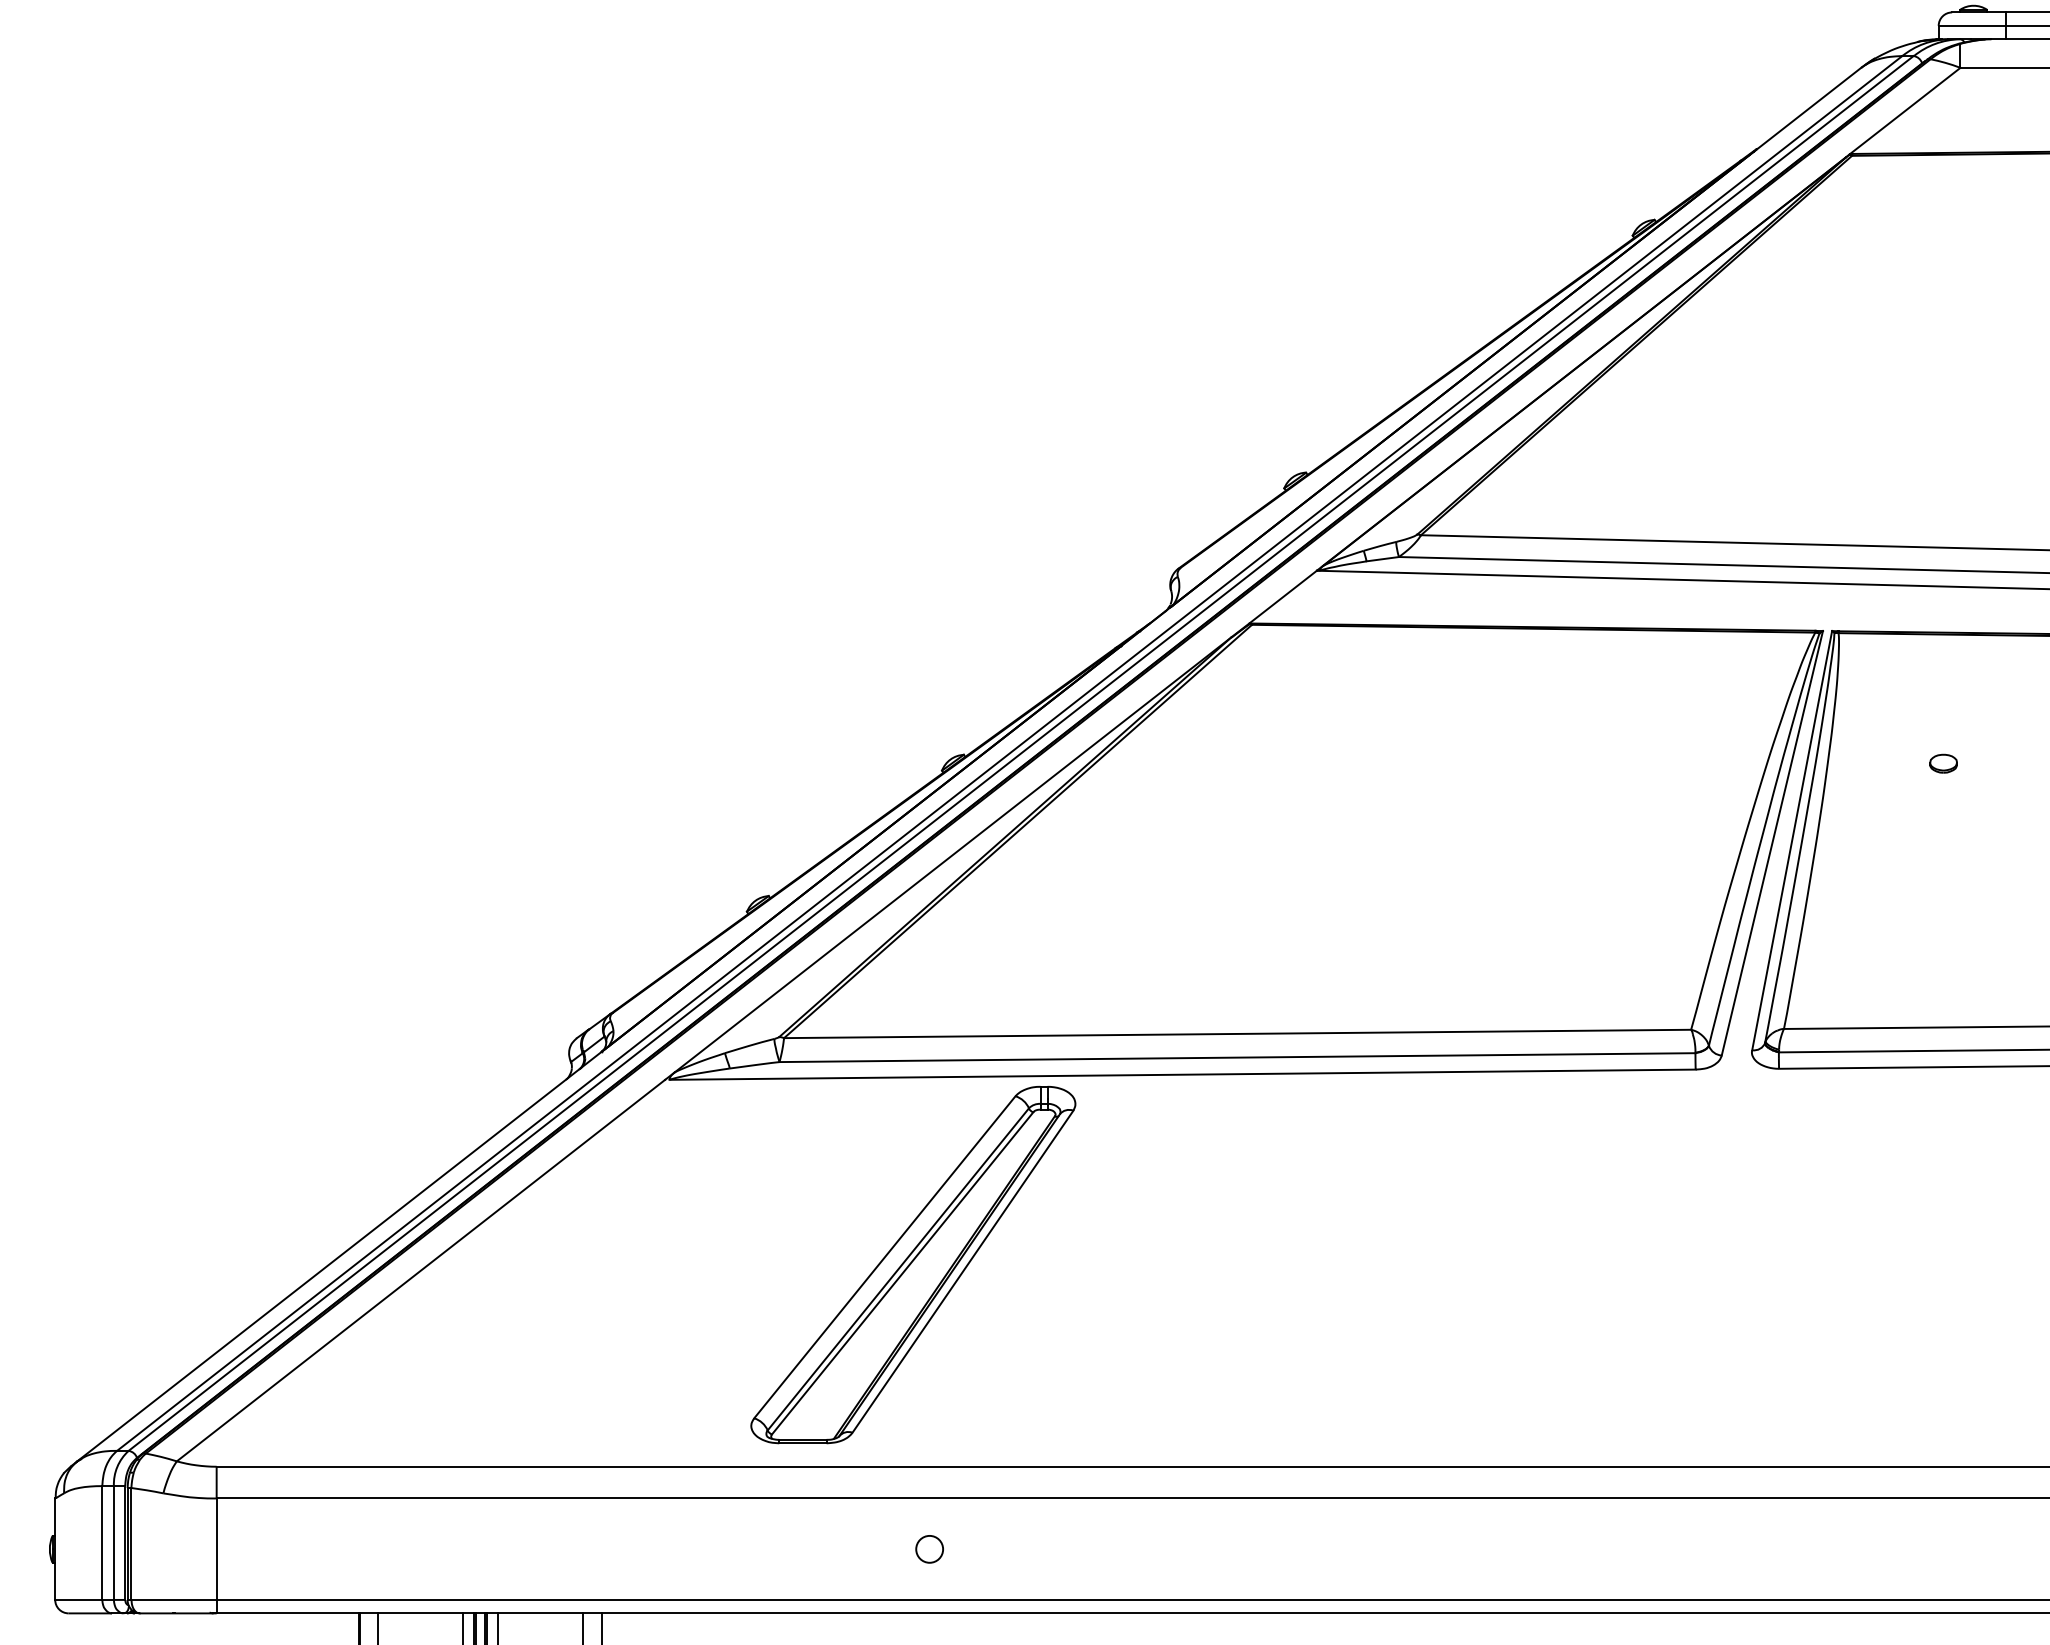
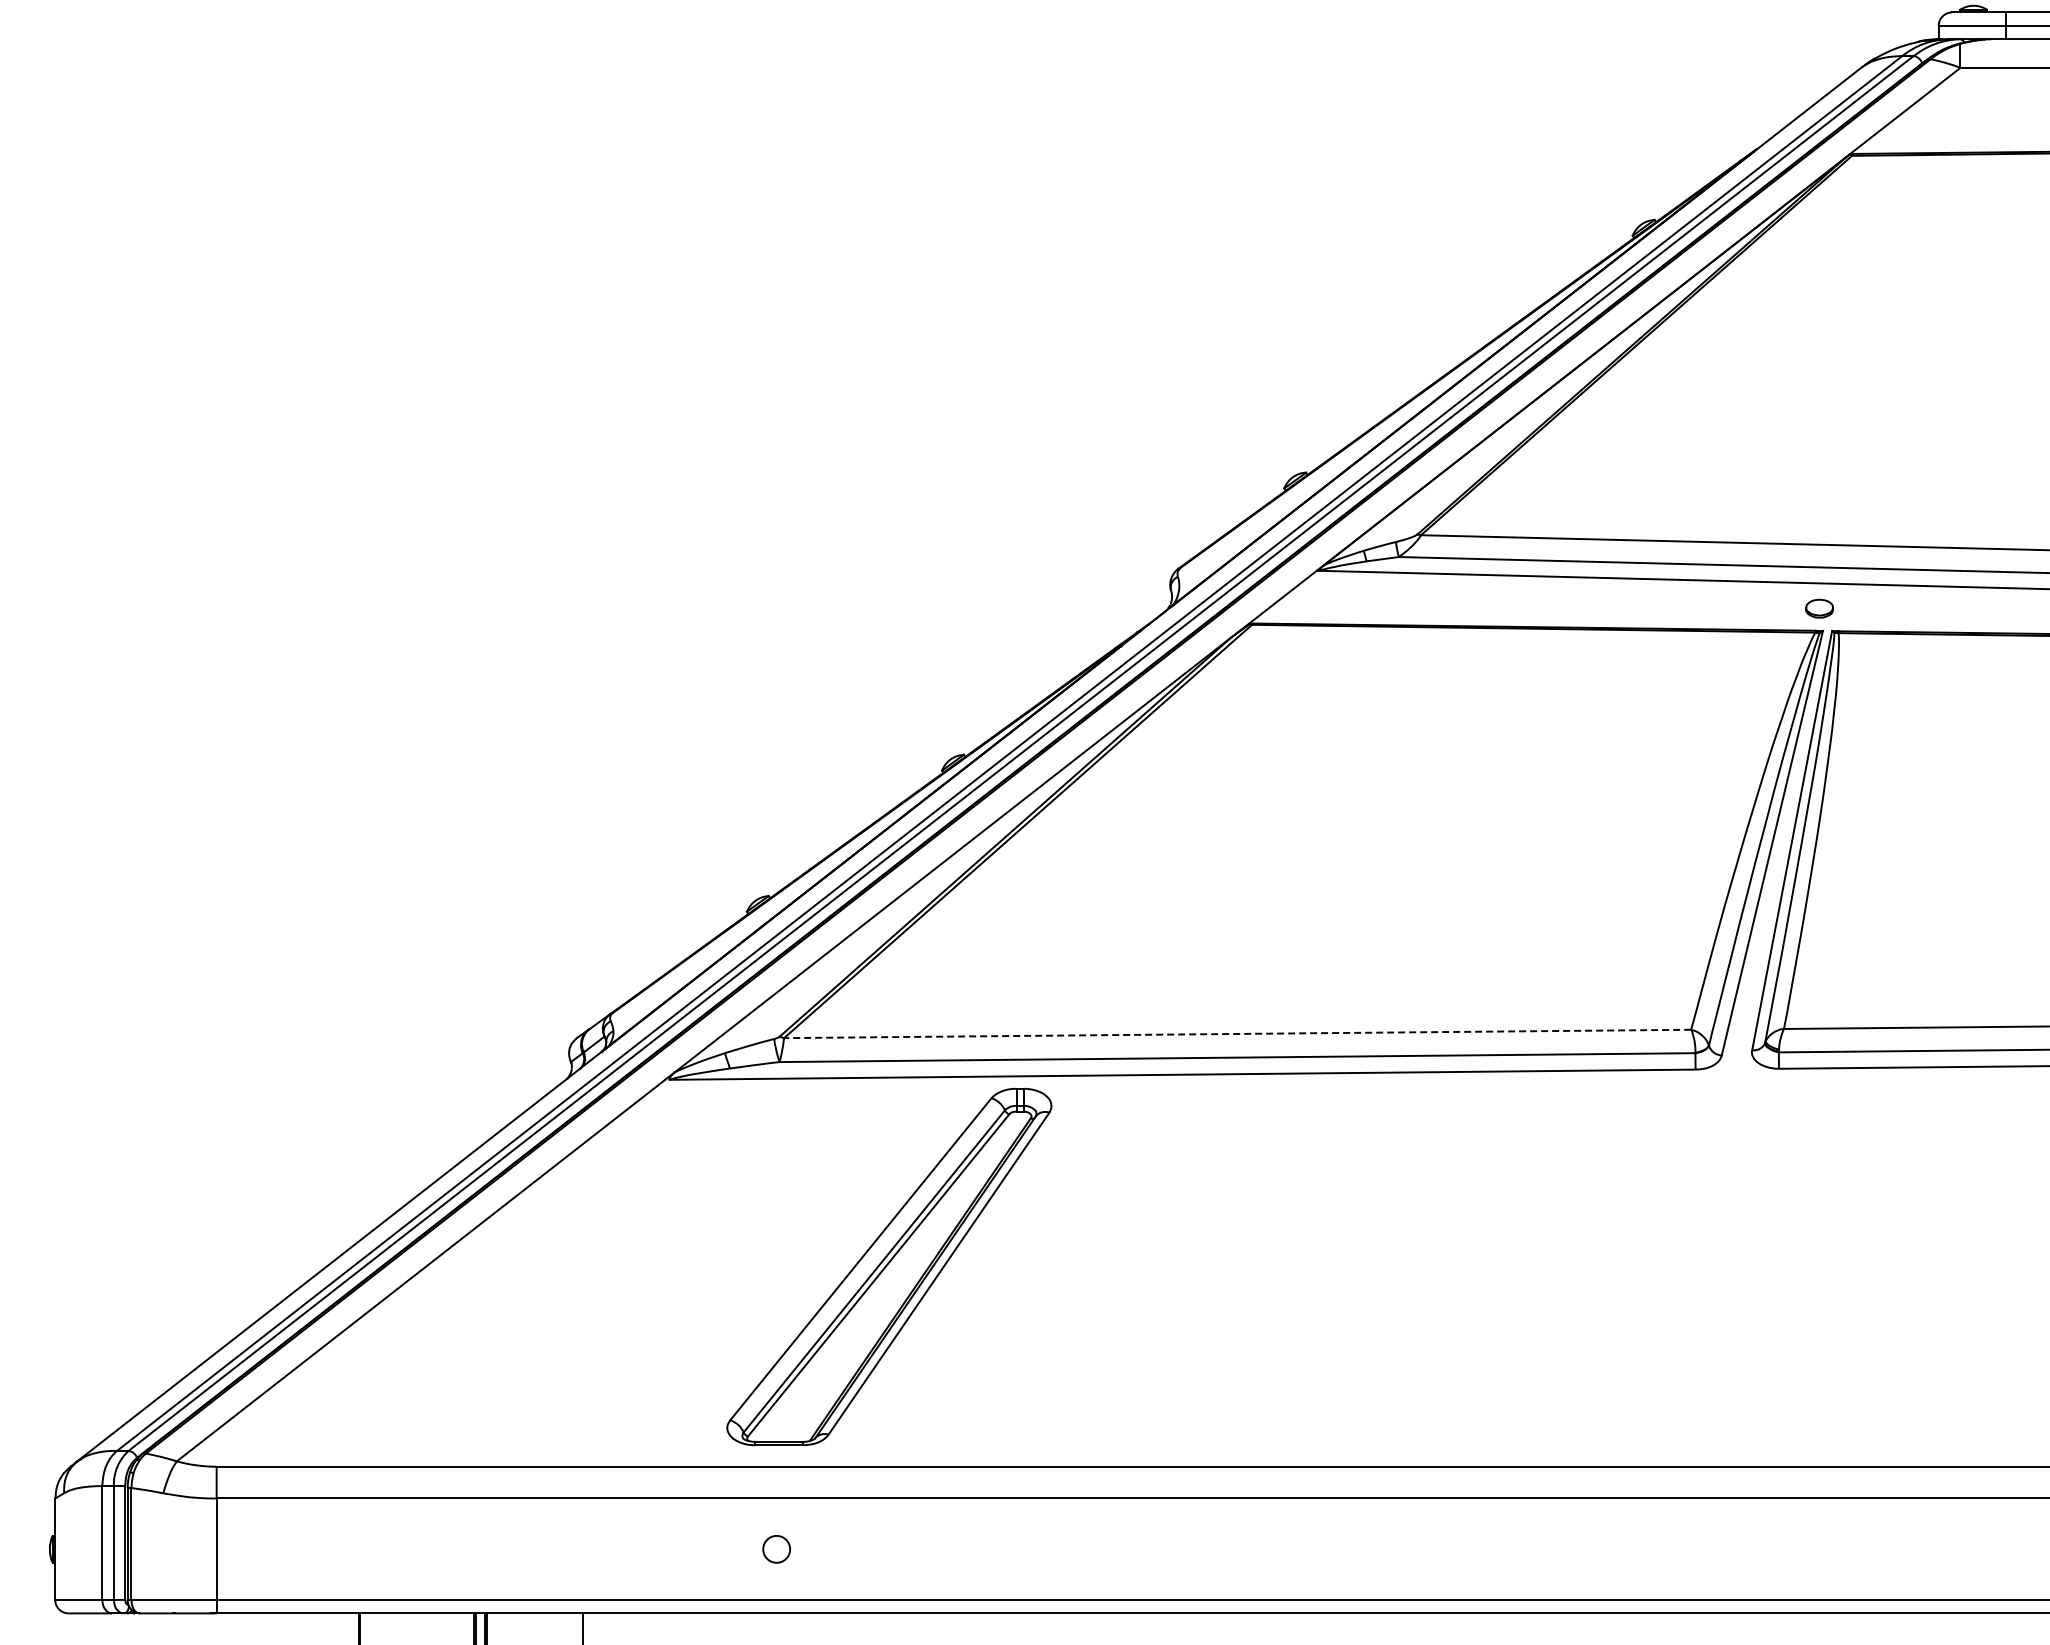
part at (1943, 763) position: (1943, 763) -> (1819, 608)
line at (1237, 1033): solid -> dashed
part at (913, 1265) position: (913, 1265) -> (889, 1267)
circle at (929, 1549) position: (929, 1549) -> (776, 1549)
line at (378, 1627): present -> none
line at (463, 1627): present -> none
line at (497, 1627): present -> none
line at (601, 1627): present -> none
